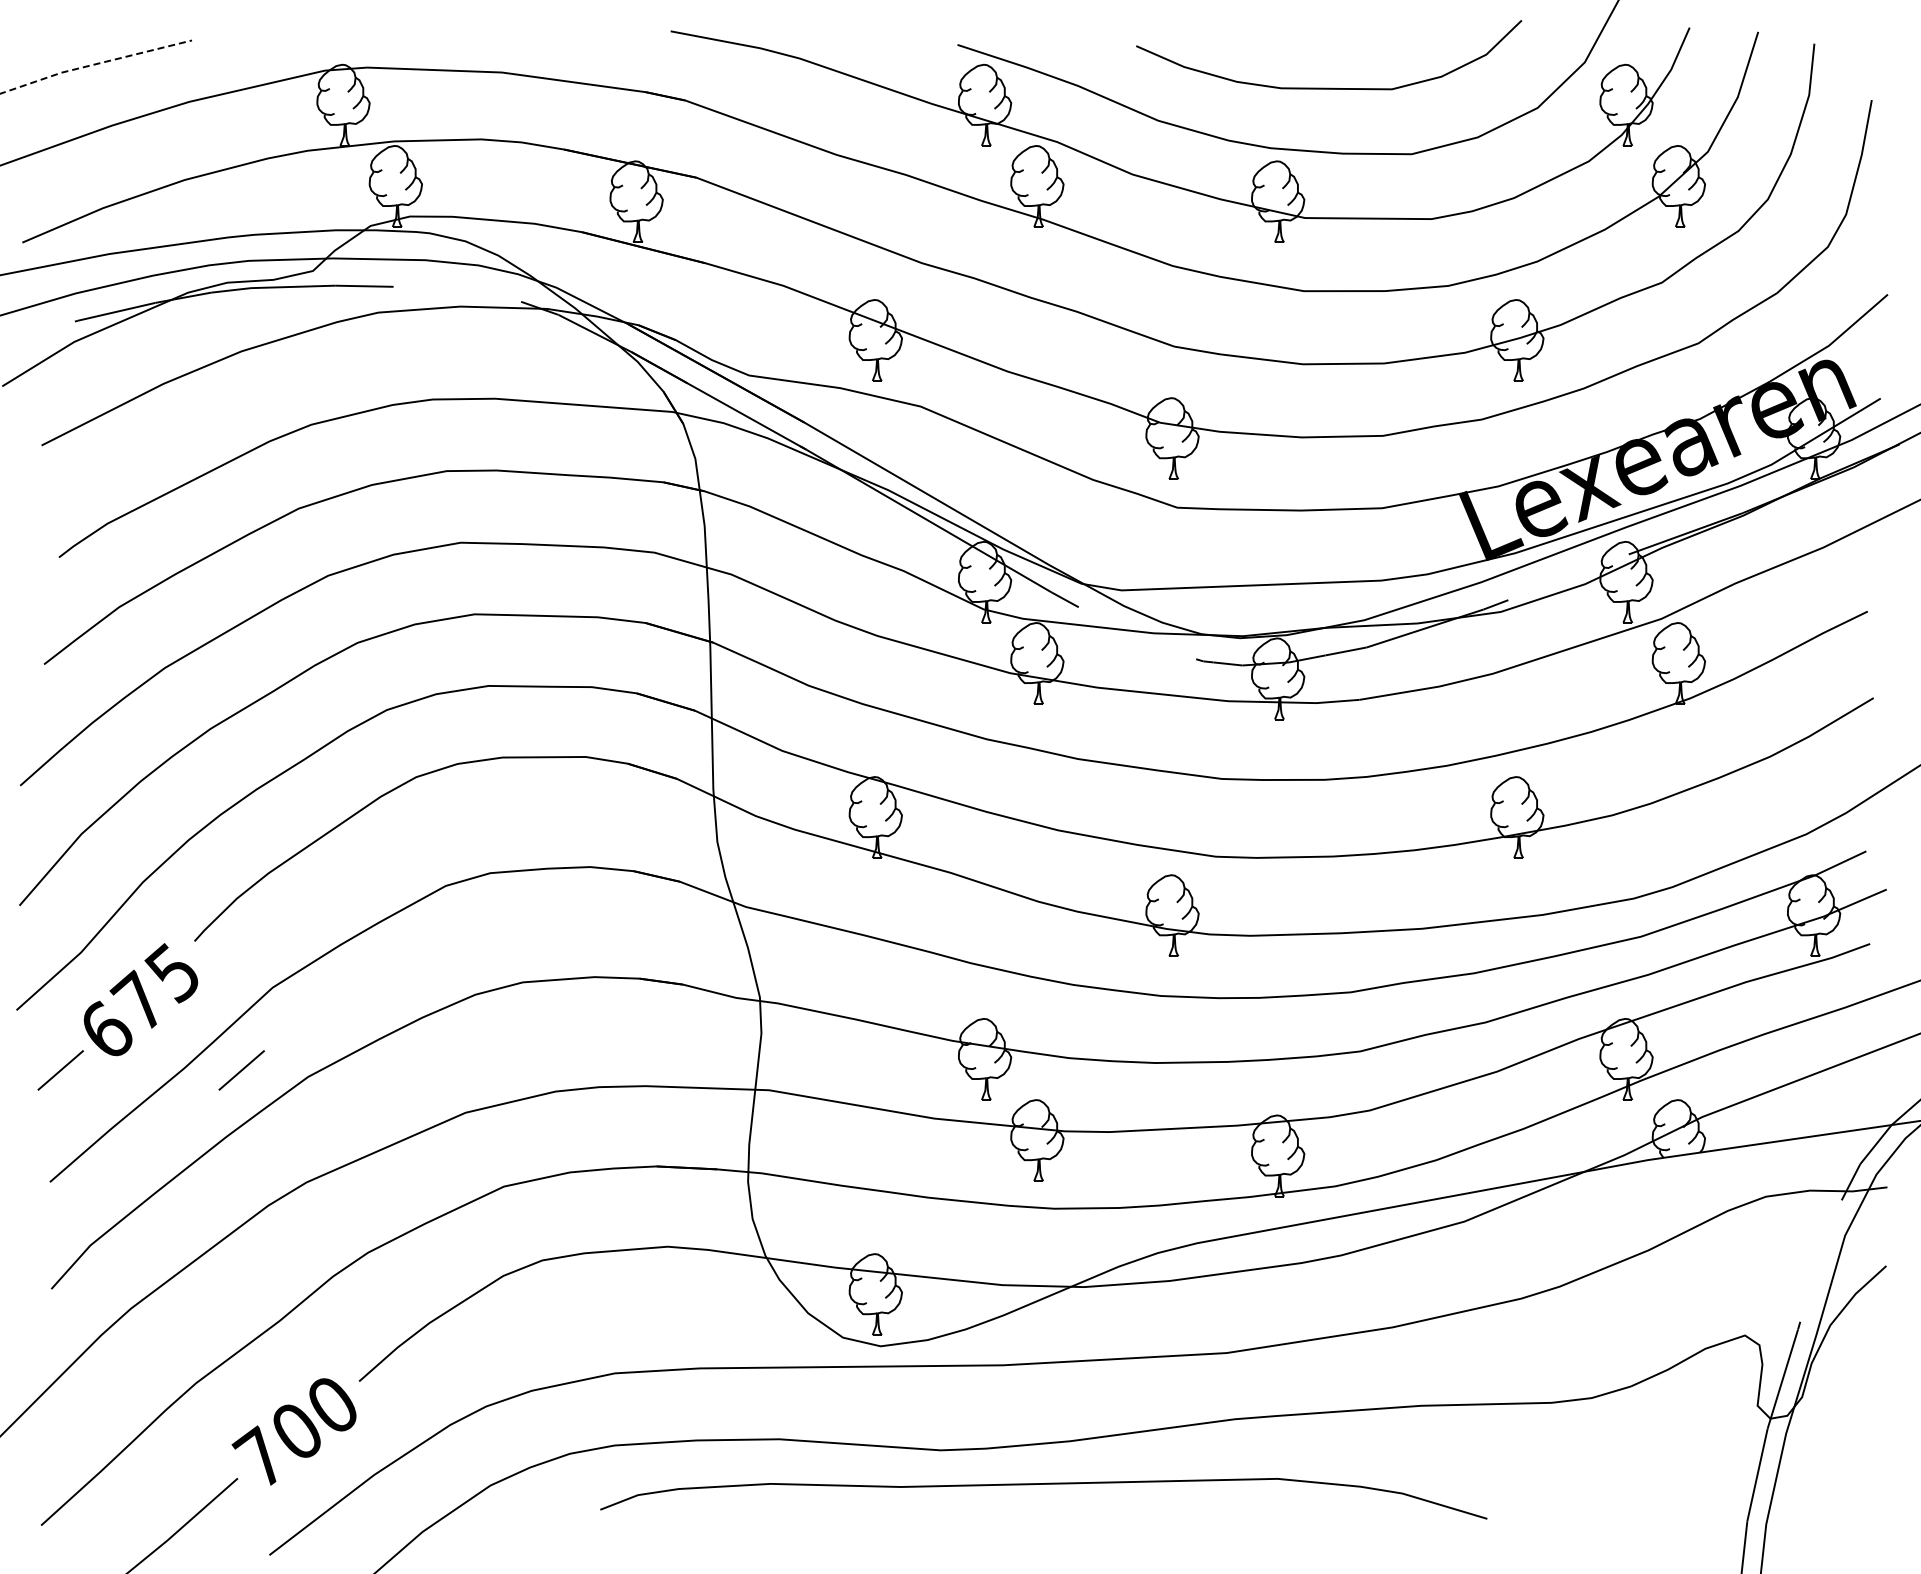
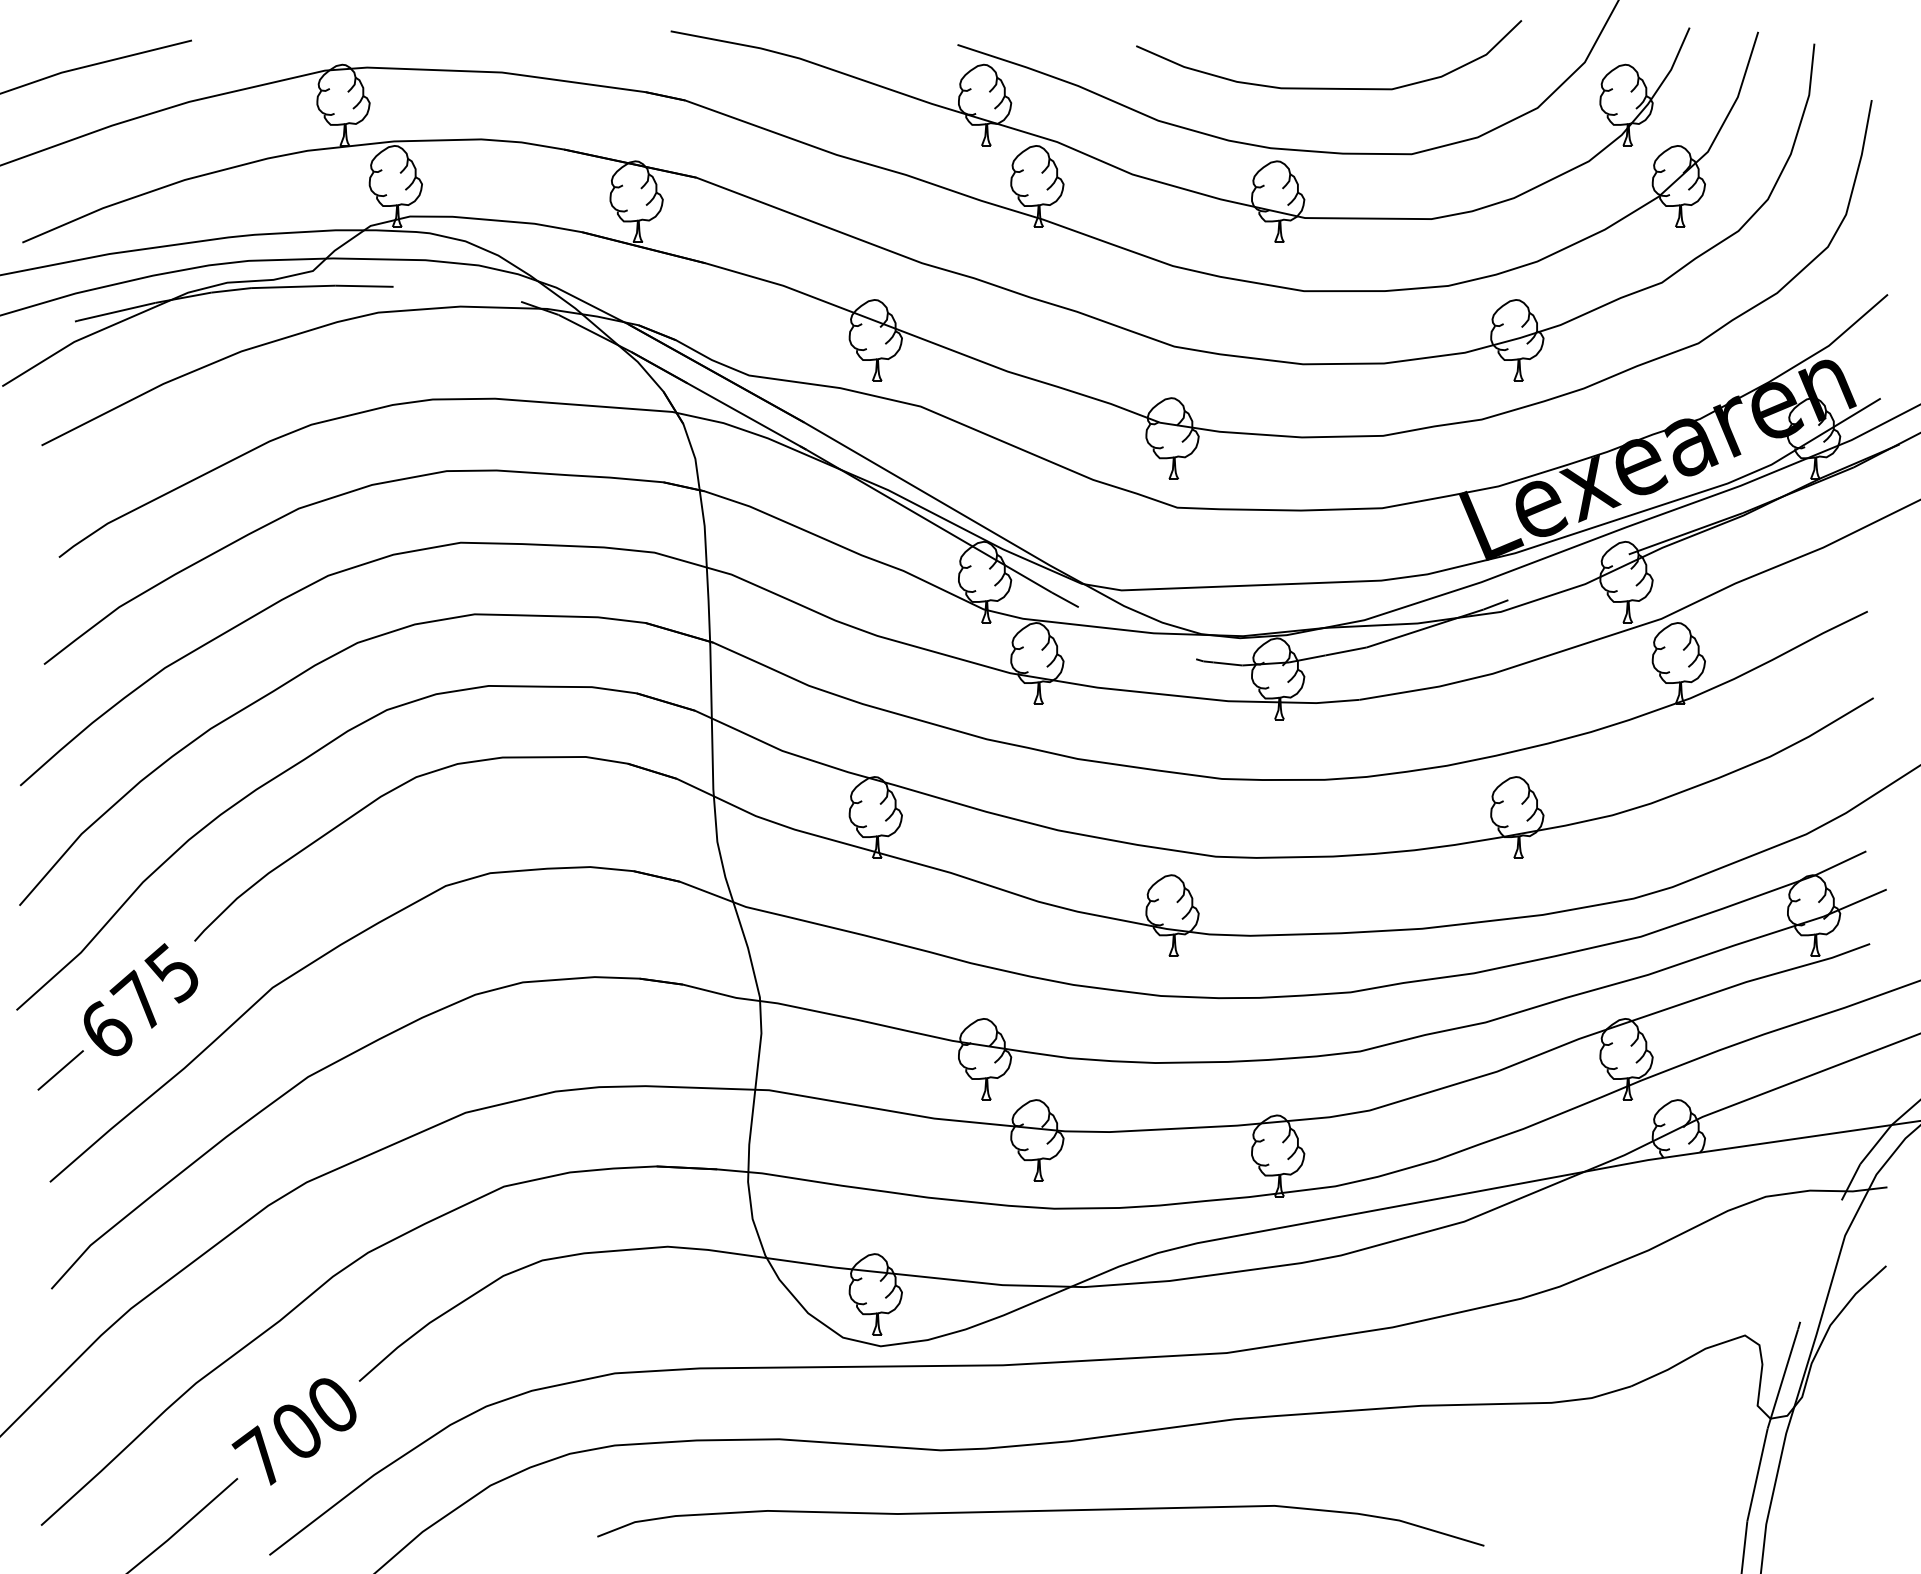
line at (95, 64): dashed -> solid
line at (241, 1070): present -> none
curve at (1043, 1484) position: (1043, 1484) -> (1040, 1511)
